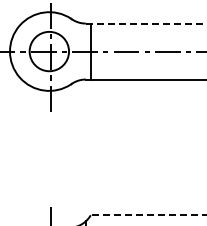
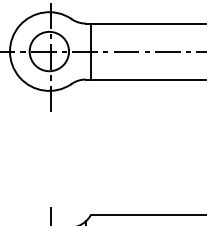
line at (146, 23): dashed -> solid
line at (148, 215): dashed -> solid
